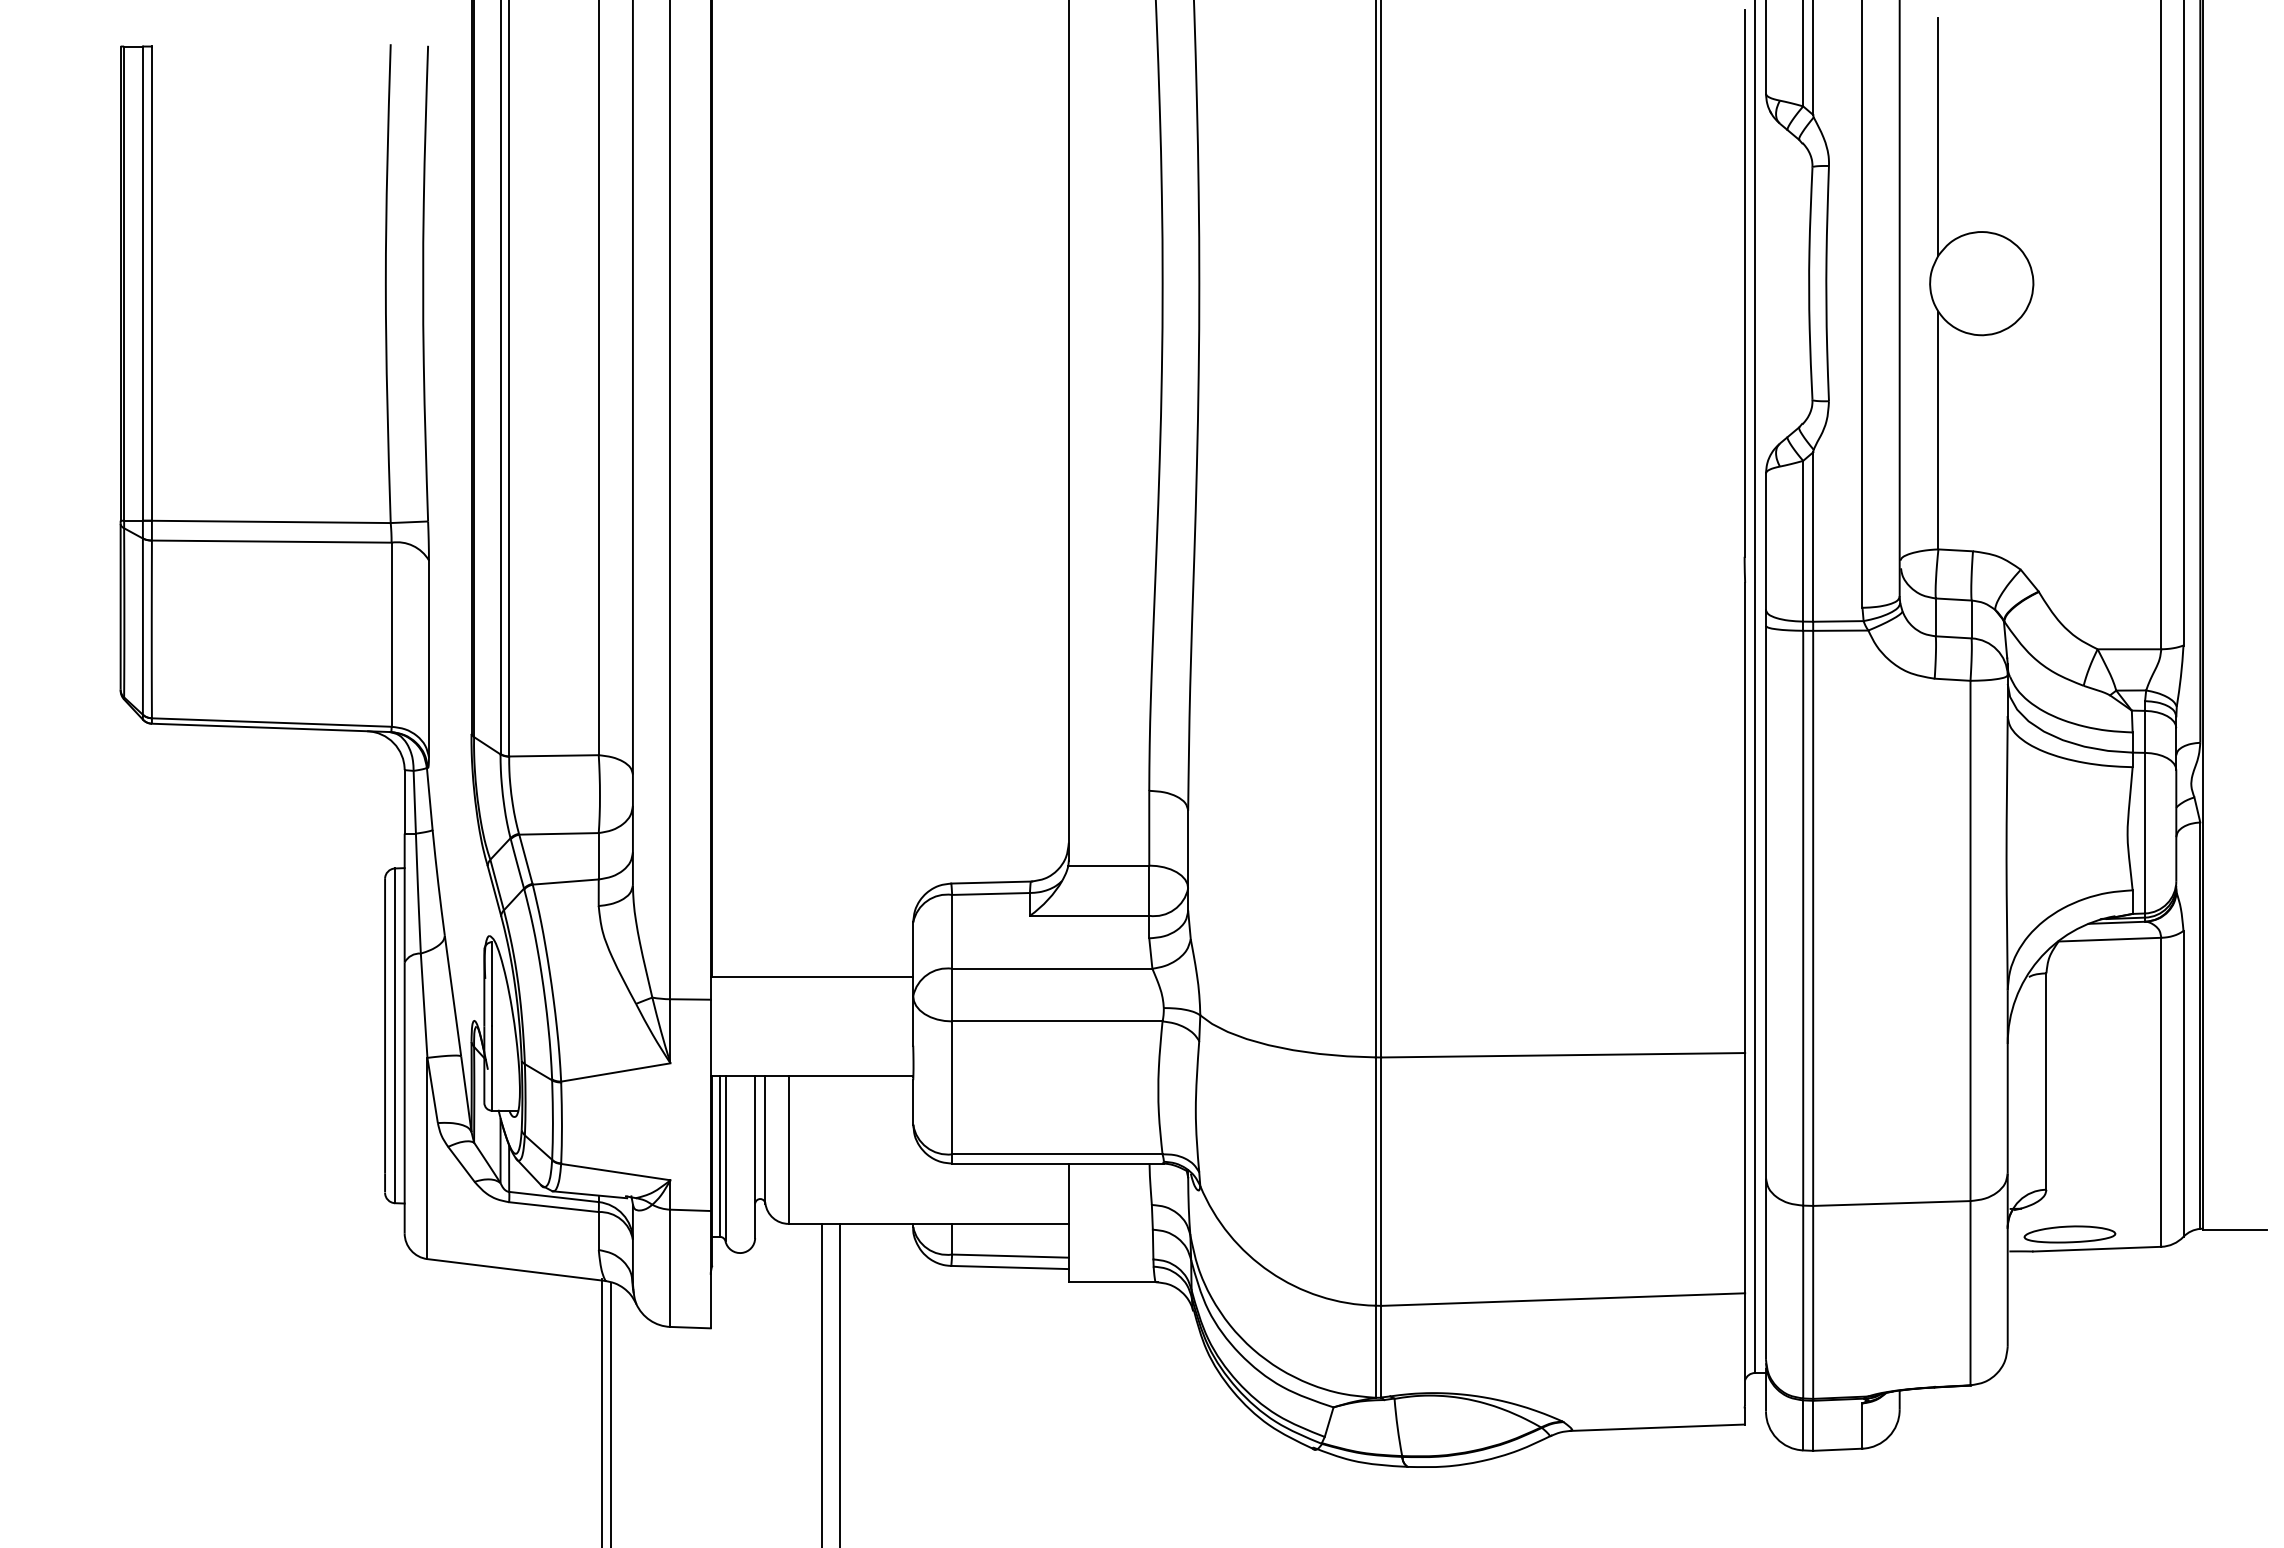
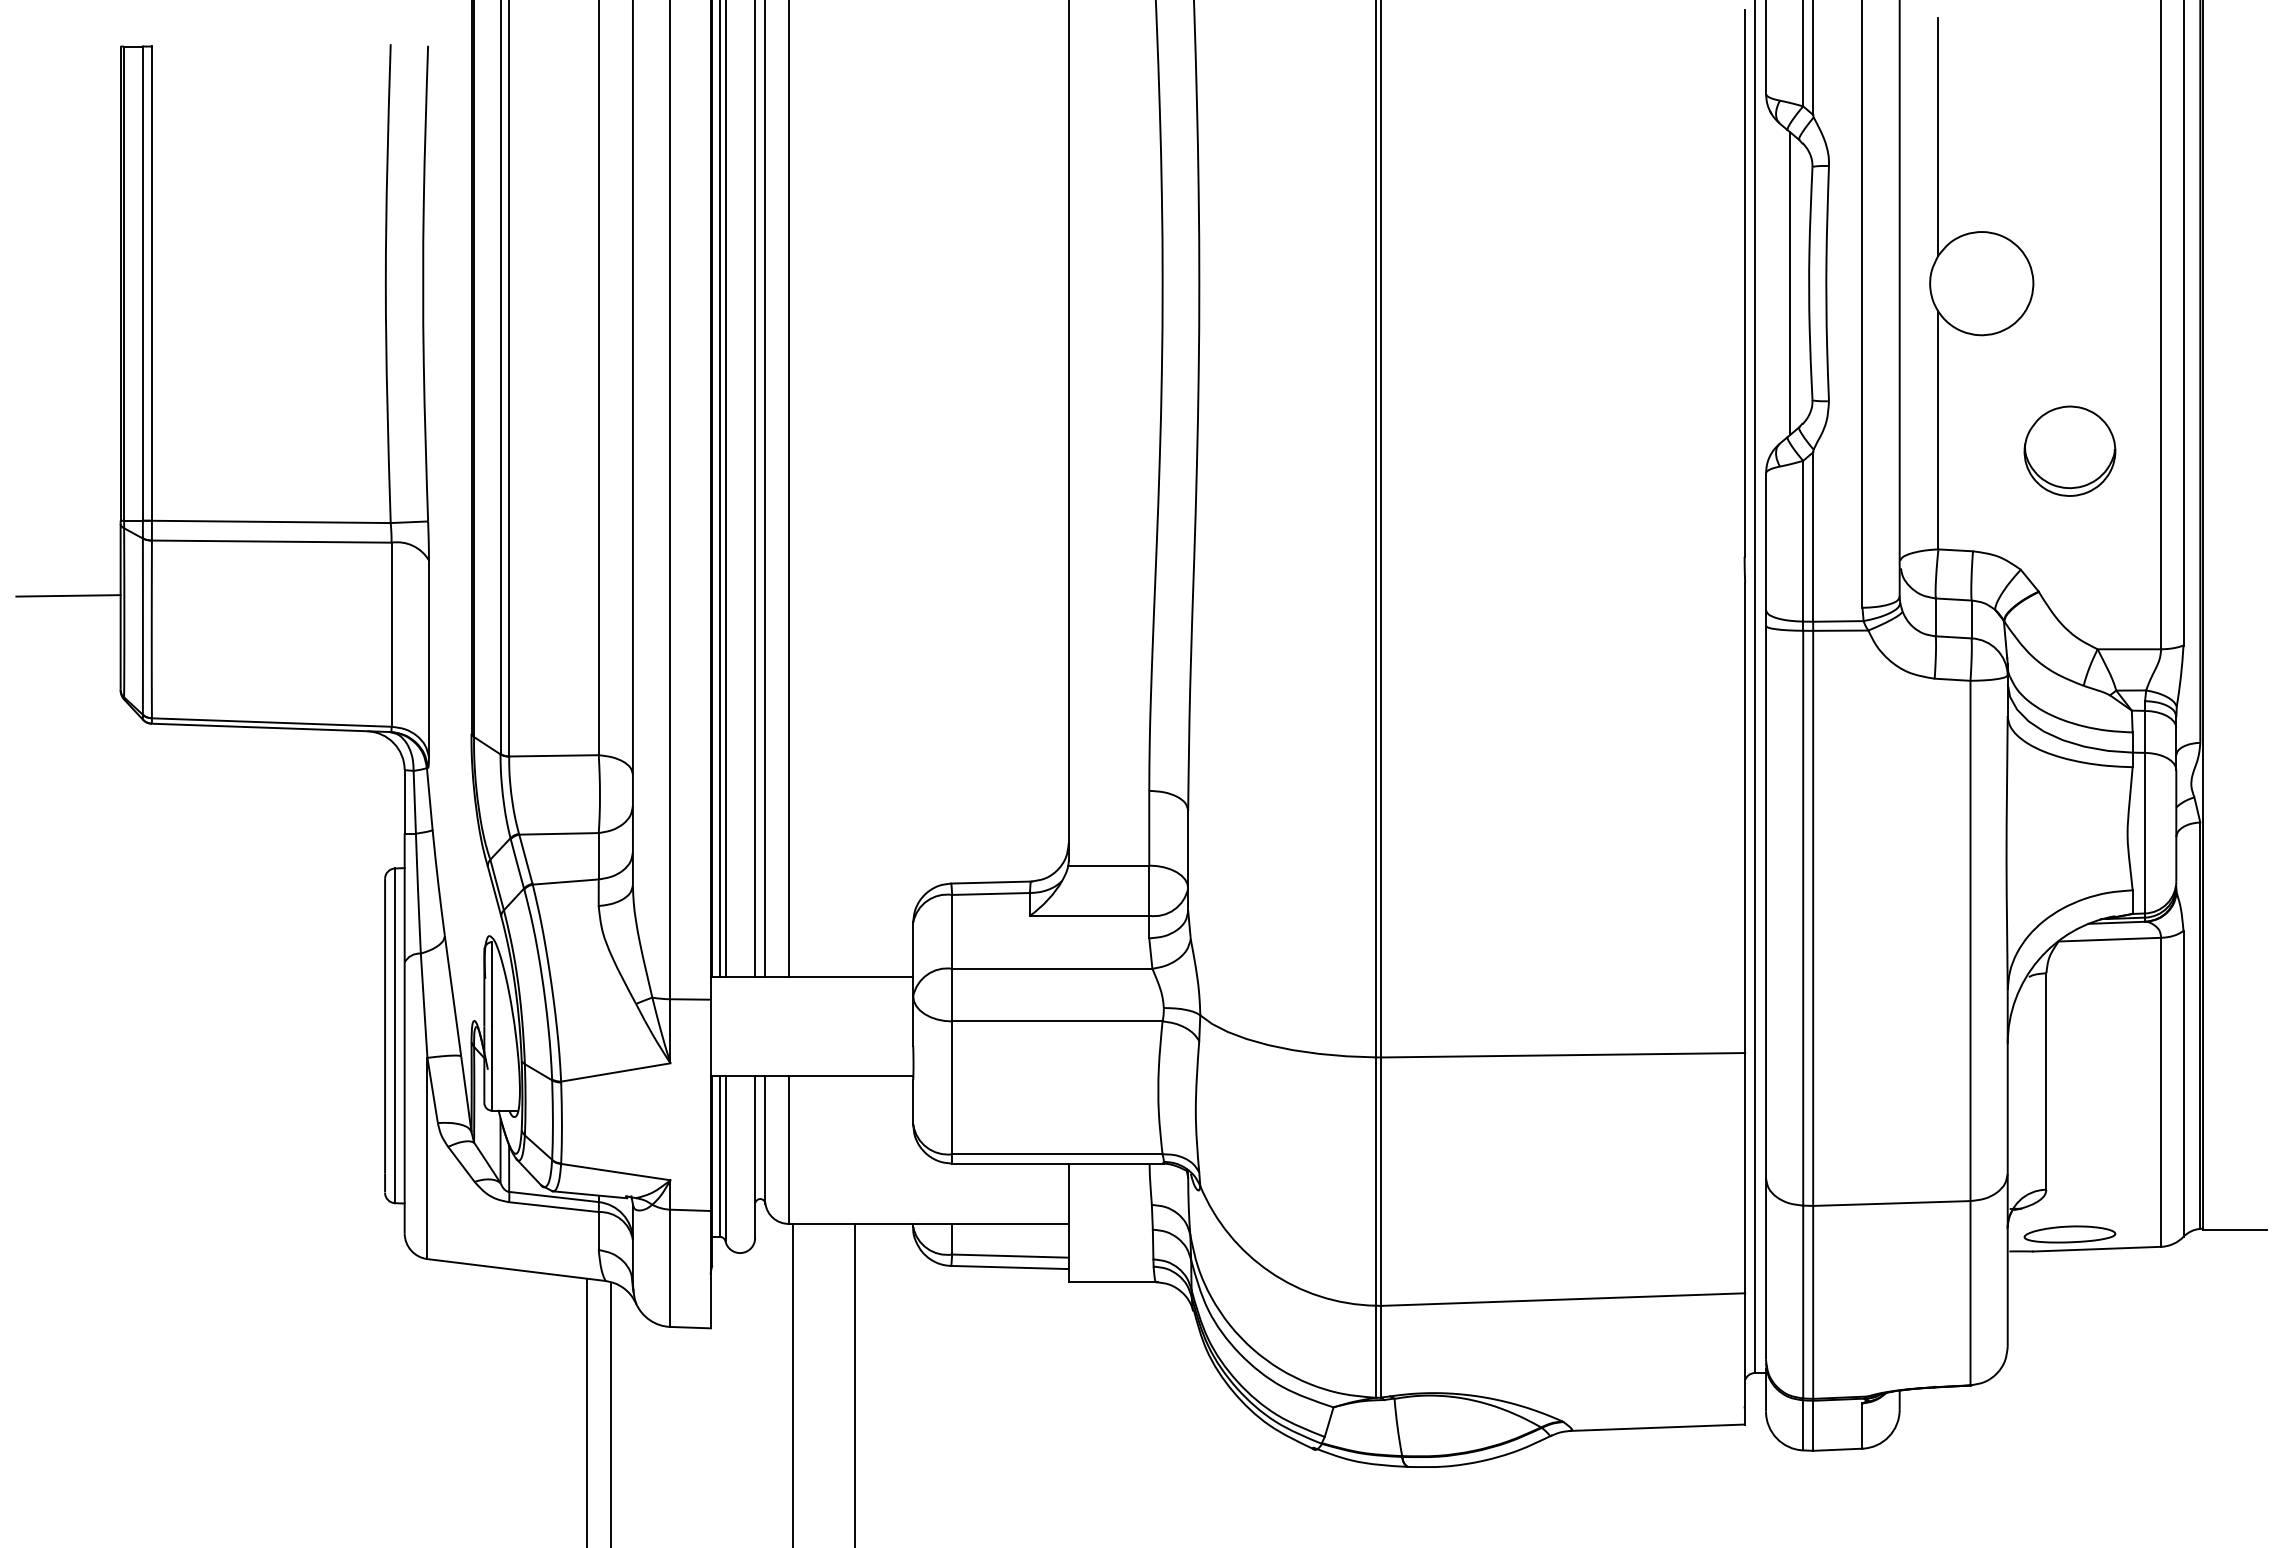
line at (1790, 283): none -> present
part at (2069, 450): none -> present
line at (719, 489): none -> present
line at (725, 489): none -> present
line at (755, 489): none -> present
line at (765, 489): none -> present
line at (788, 489): none -> present
line at (68, 595): none -> present
line at (821, 1383) position: (821, 1383) -> (792, 1383)
line at (839, 1383) position: (839, 1383) -> (854, 1383)
line at (601, 1411) position: (601, 1411) -> (586, 1411)
